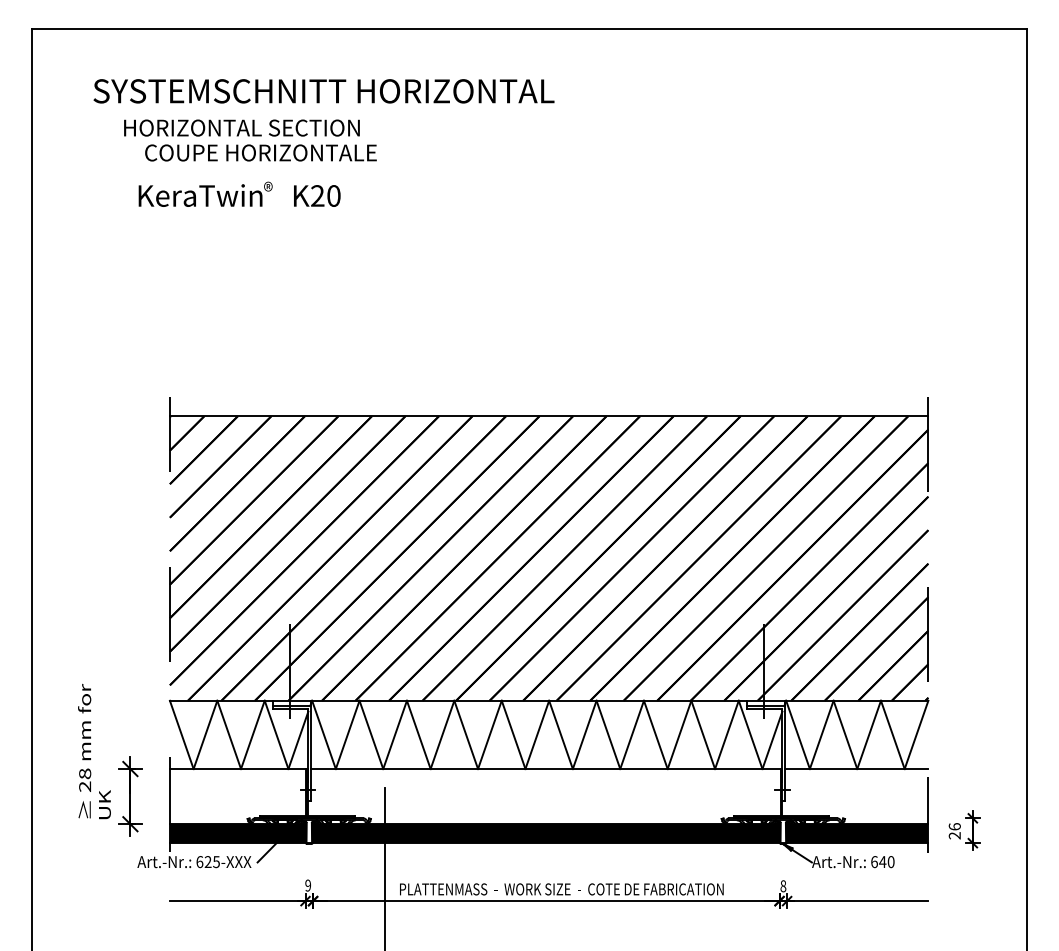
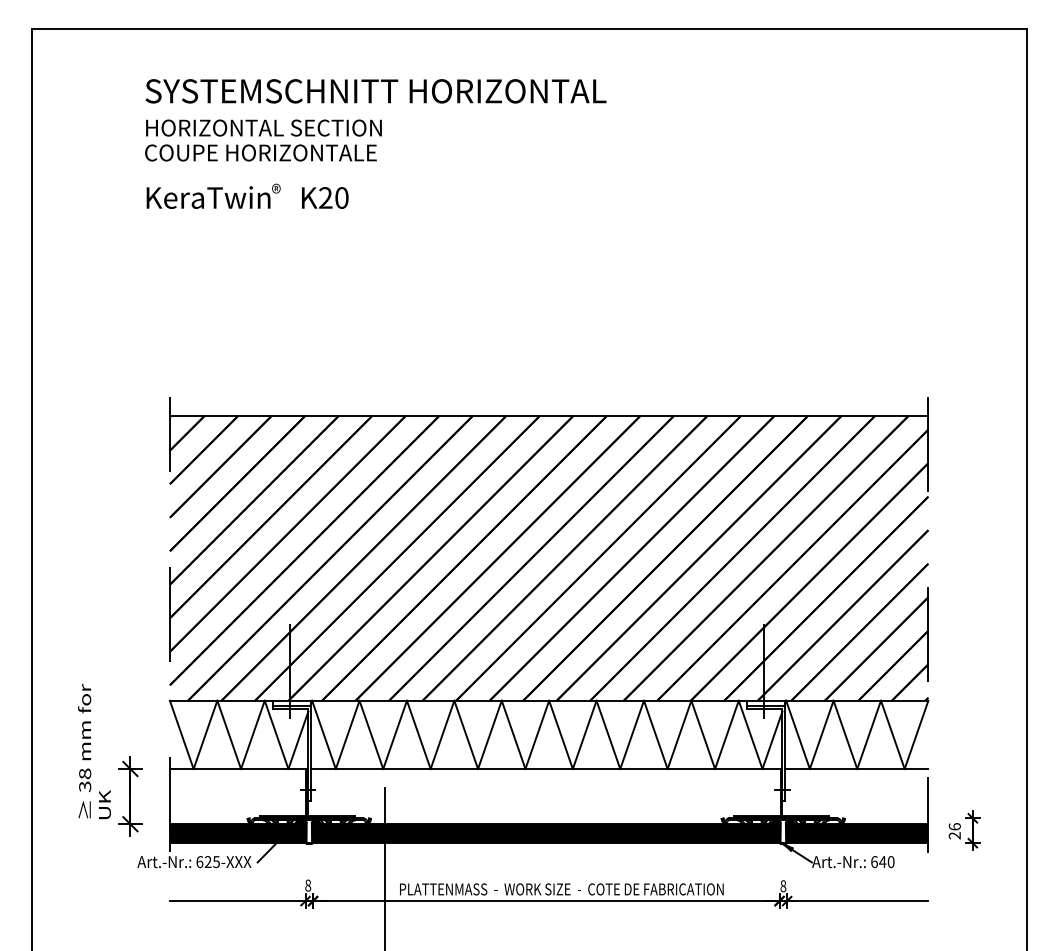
text at (323, 91) position: (323, 91) -> (375, 91)
text at (241, 127) position: (241, 127) -> (263, 127)
text at (239, 193) position: (239, 193) -> (247, 195)
text at (85, 786): 28 -> 38
text at (308, 885): 9 -> 8
